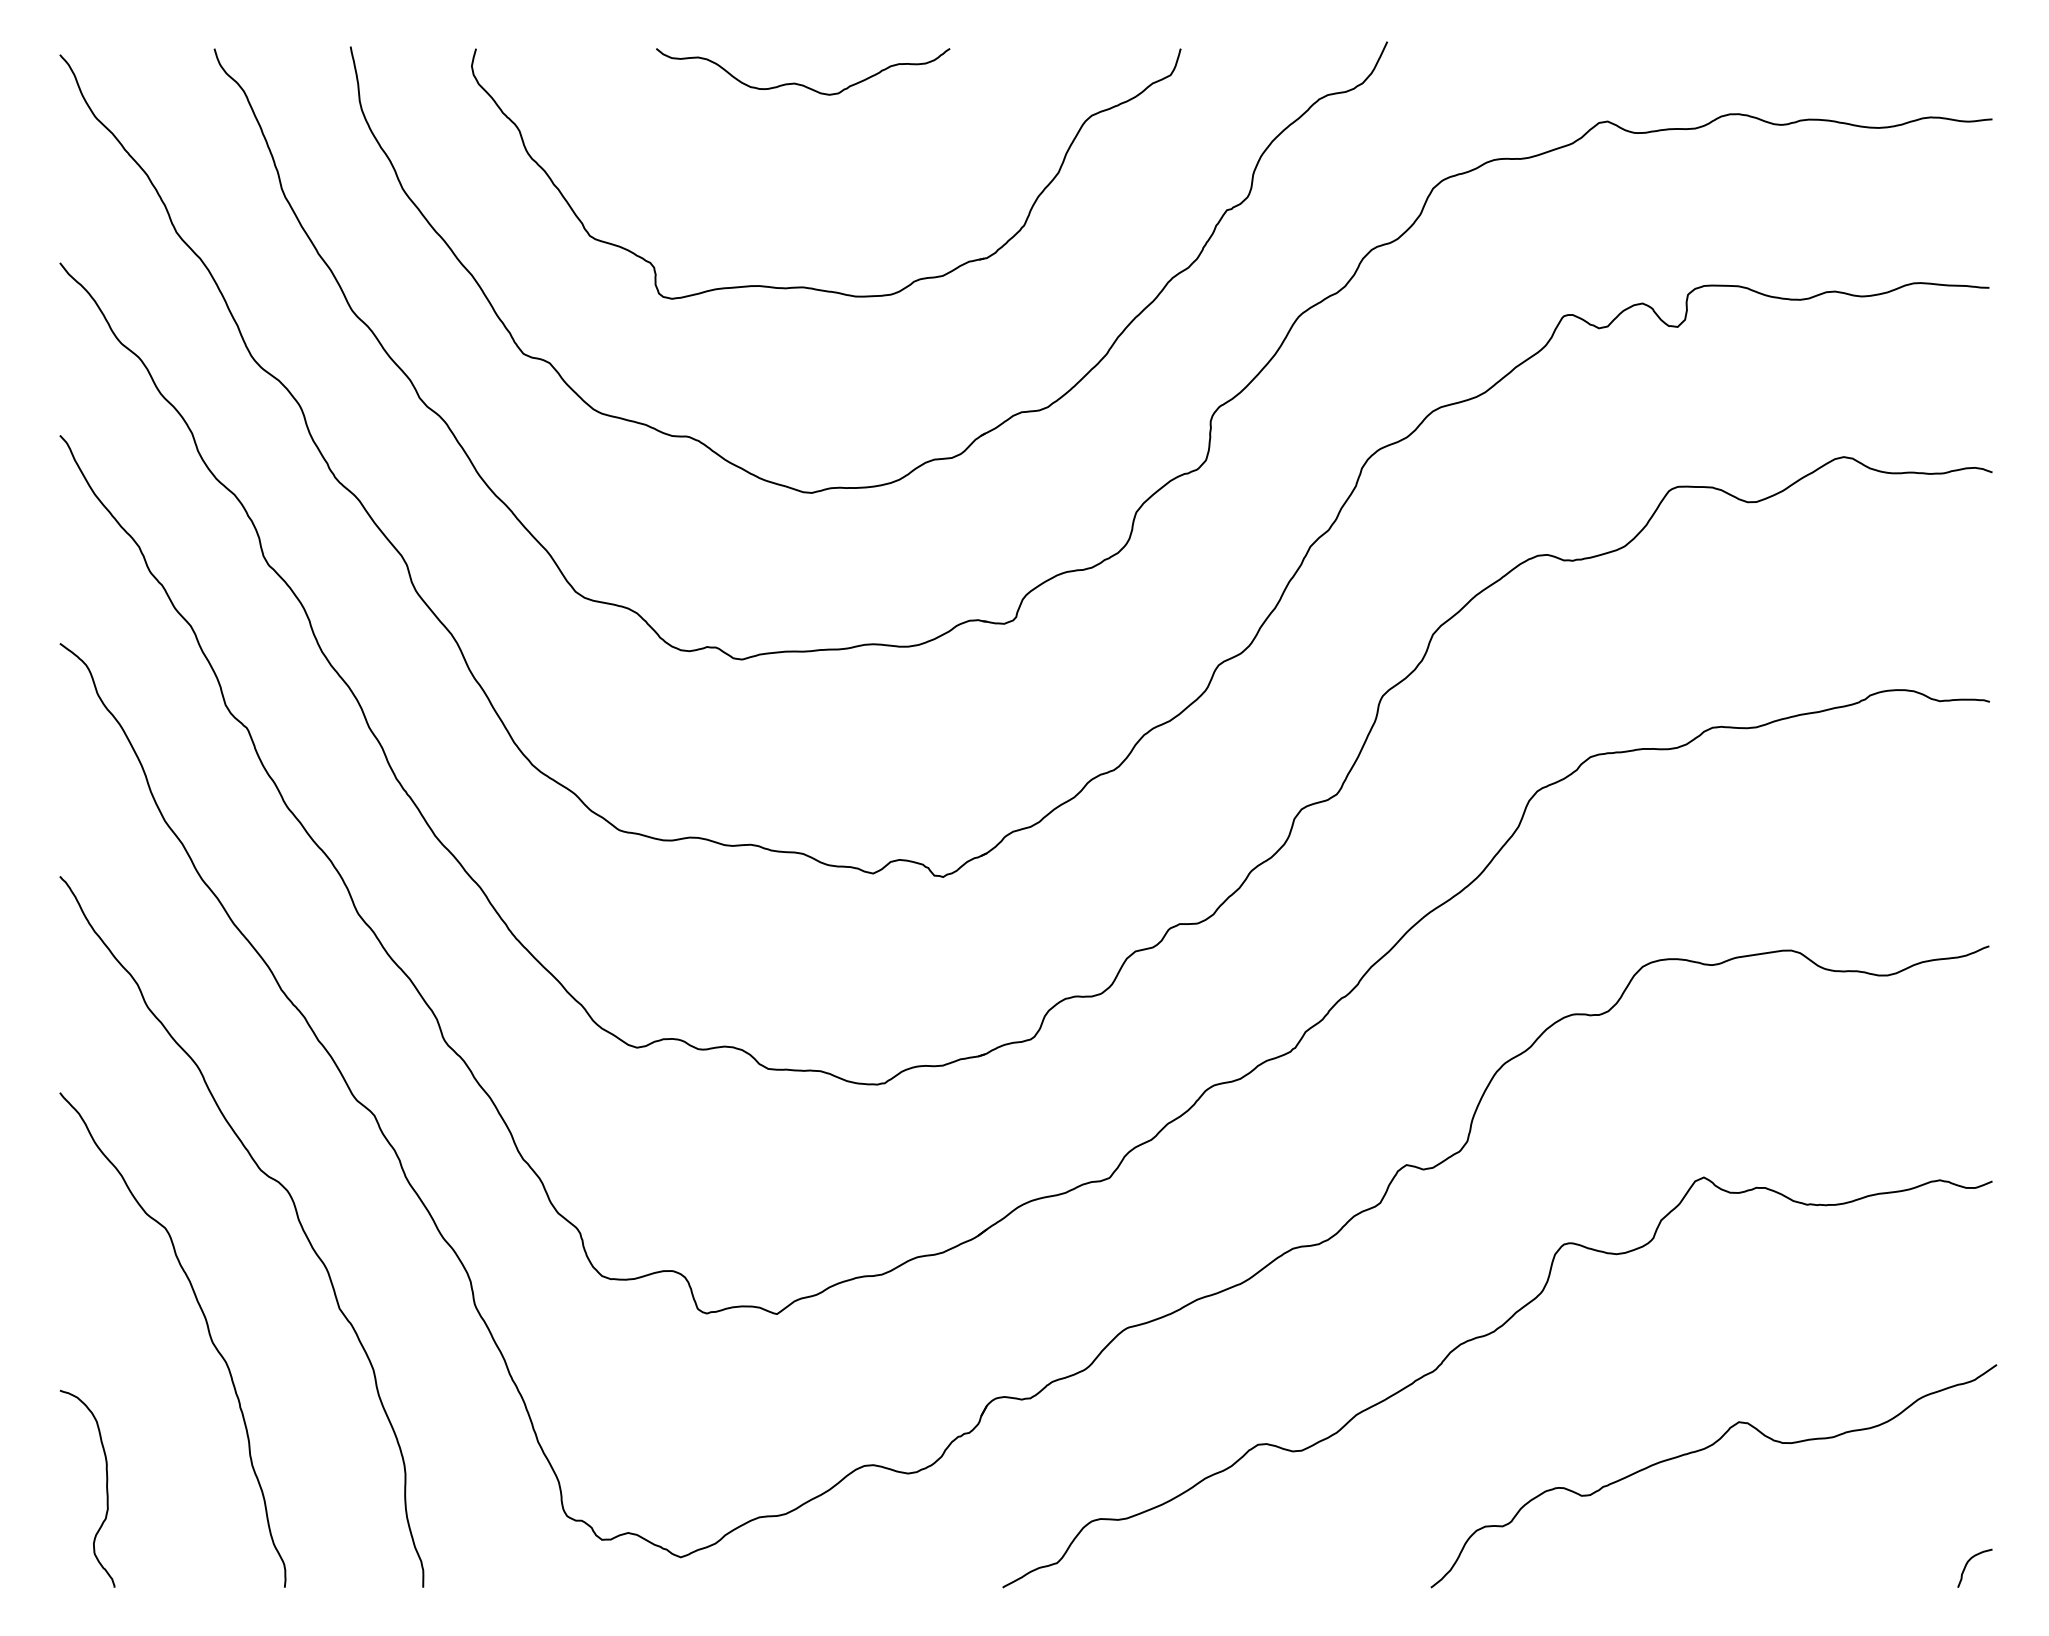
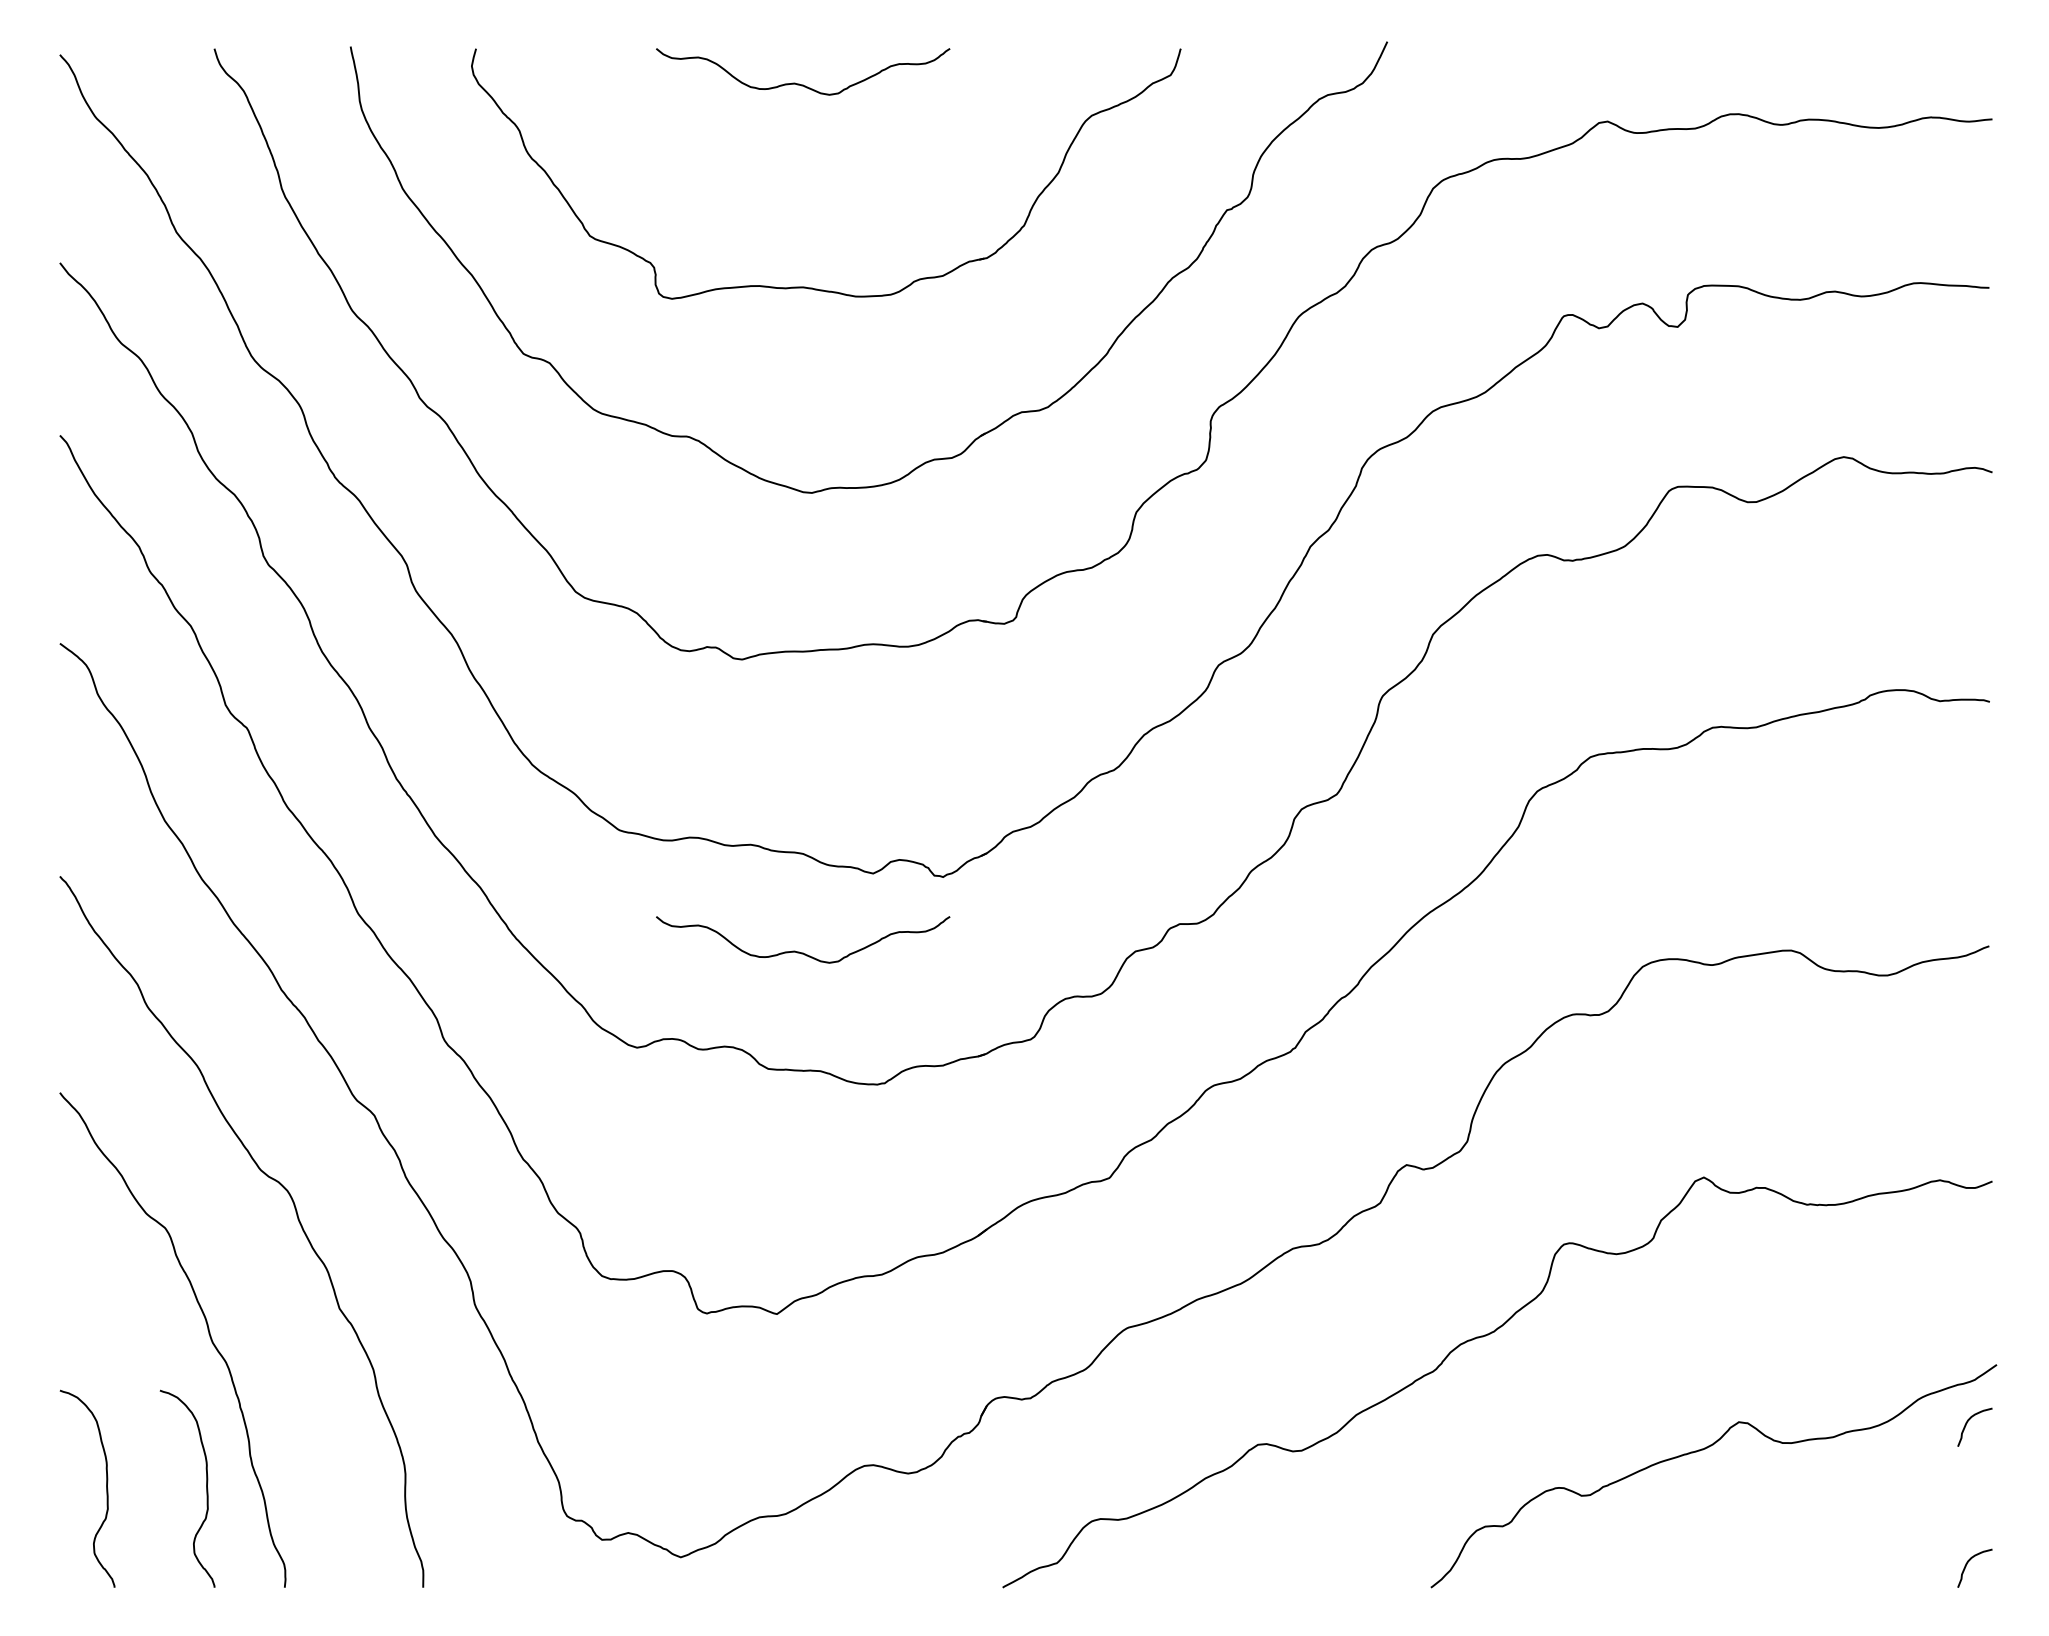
curve at (799, 951): none -> present
curve at (1967, 1423): none -> present
curve at (206, 1488): none -> present
